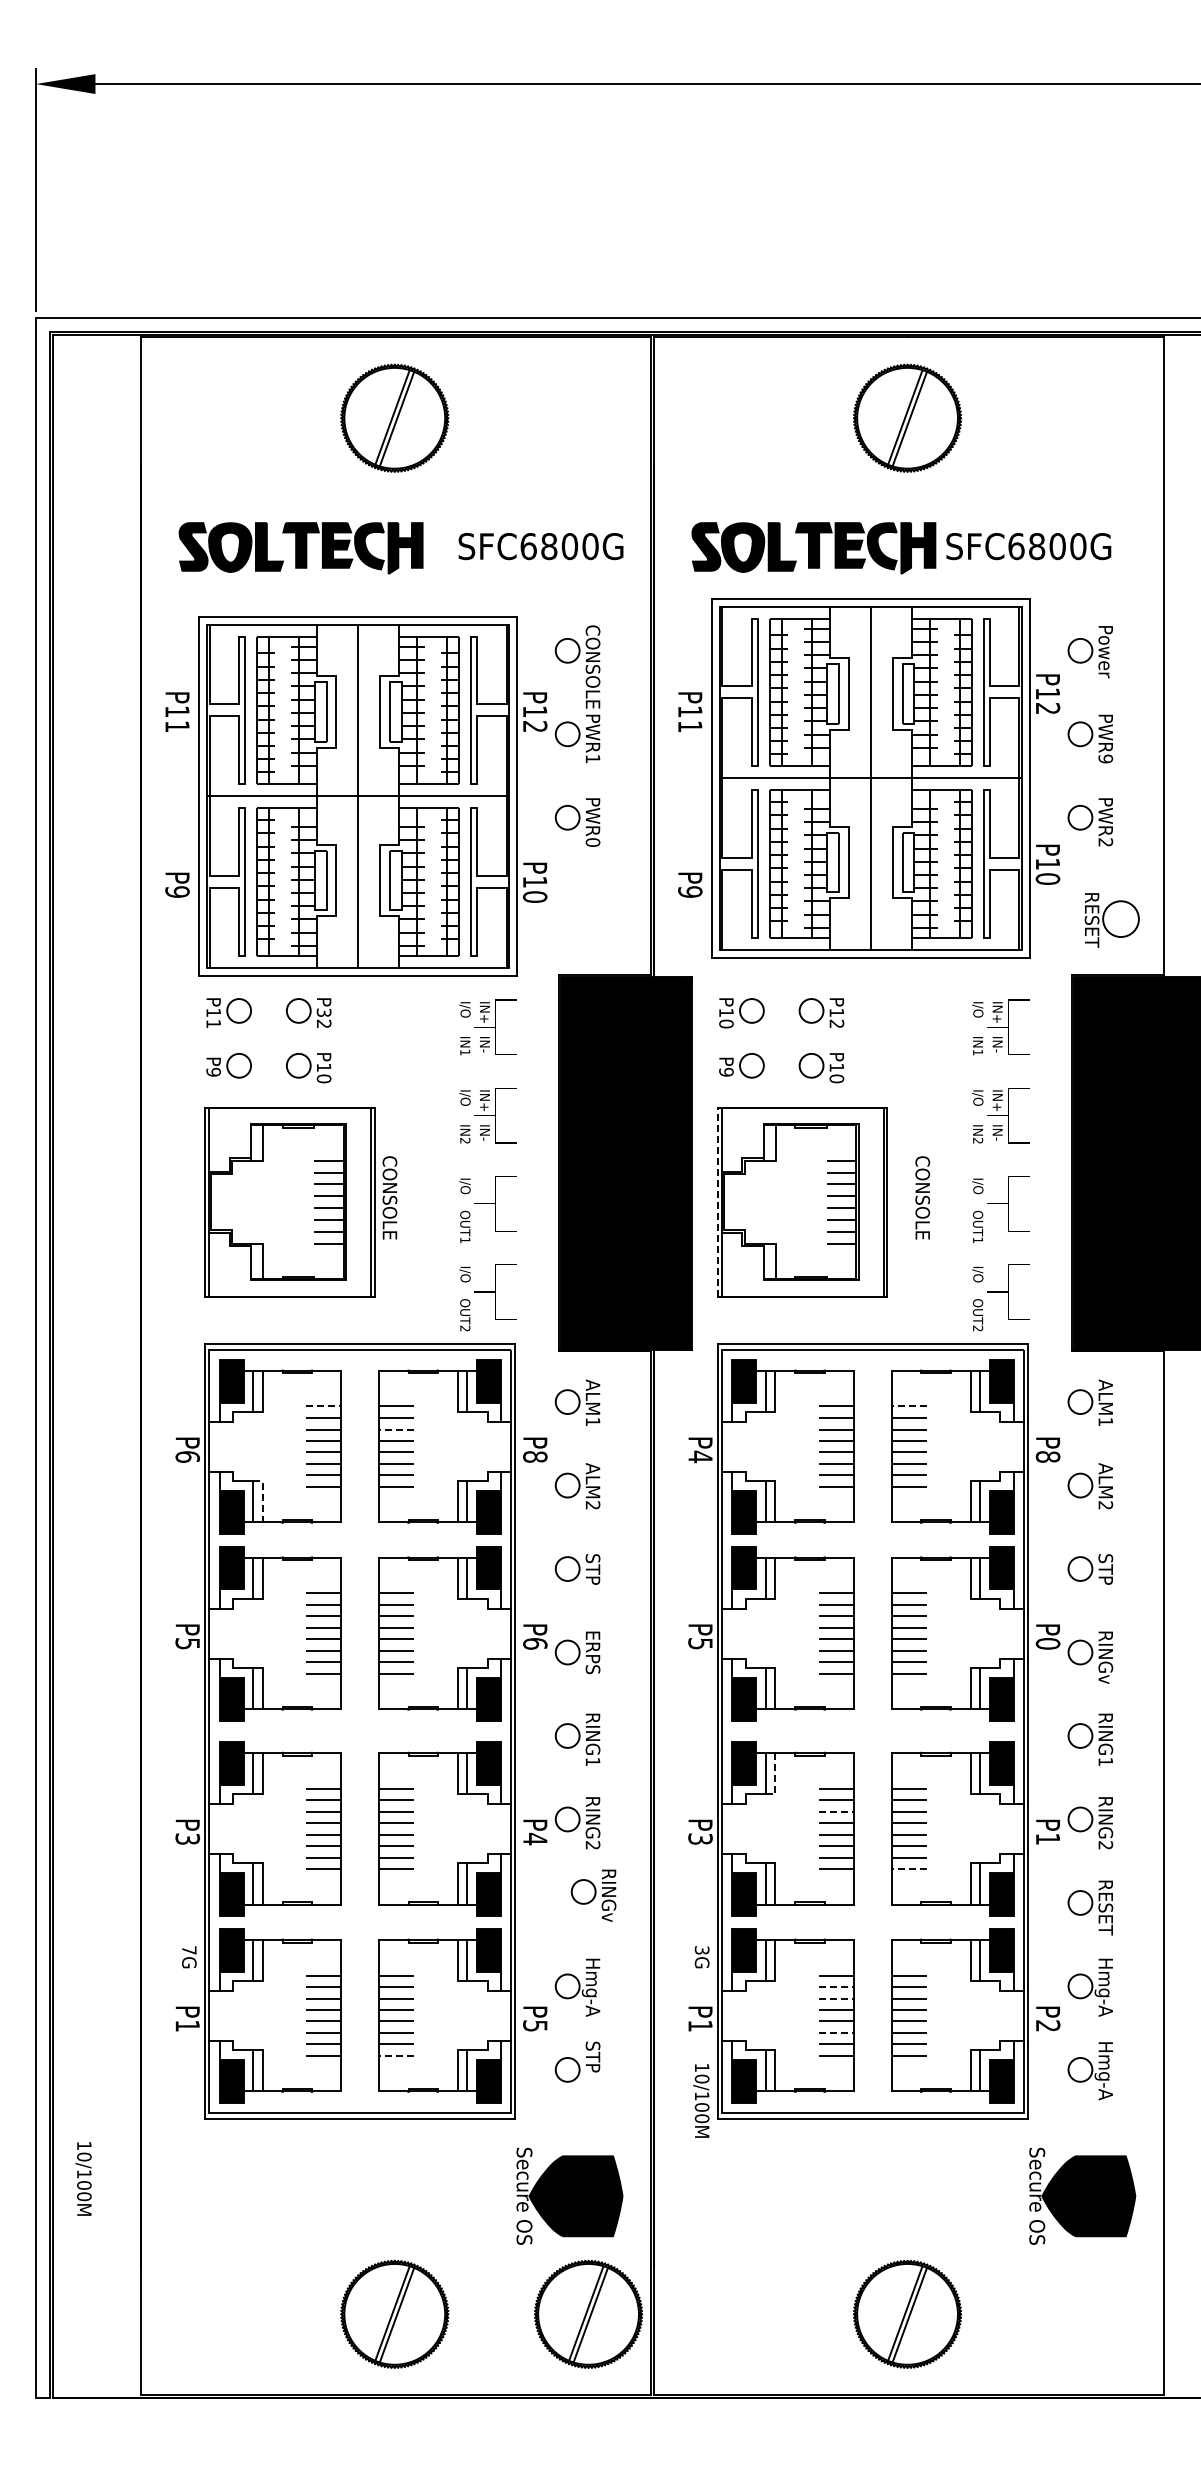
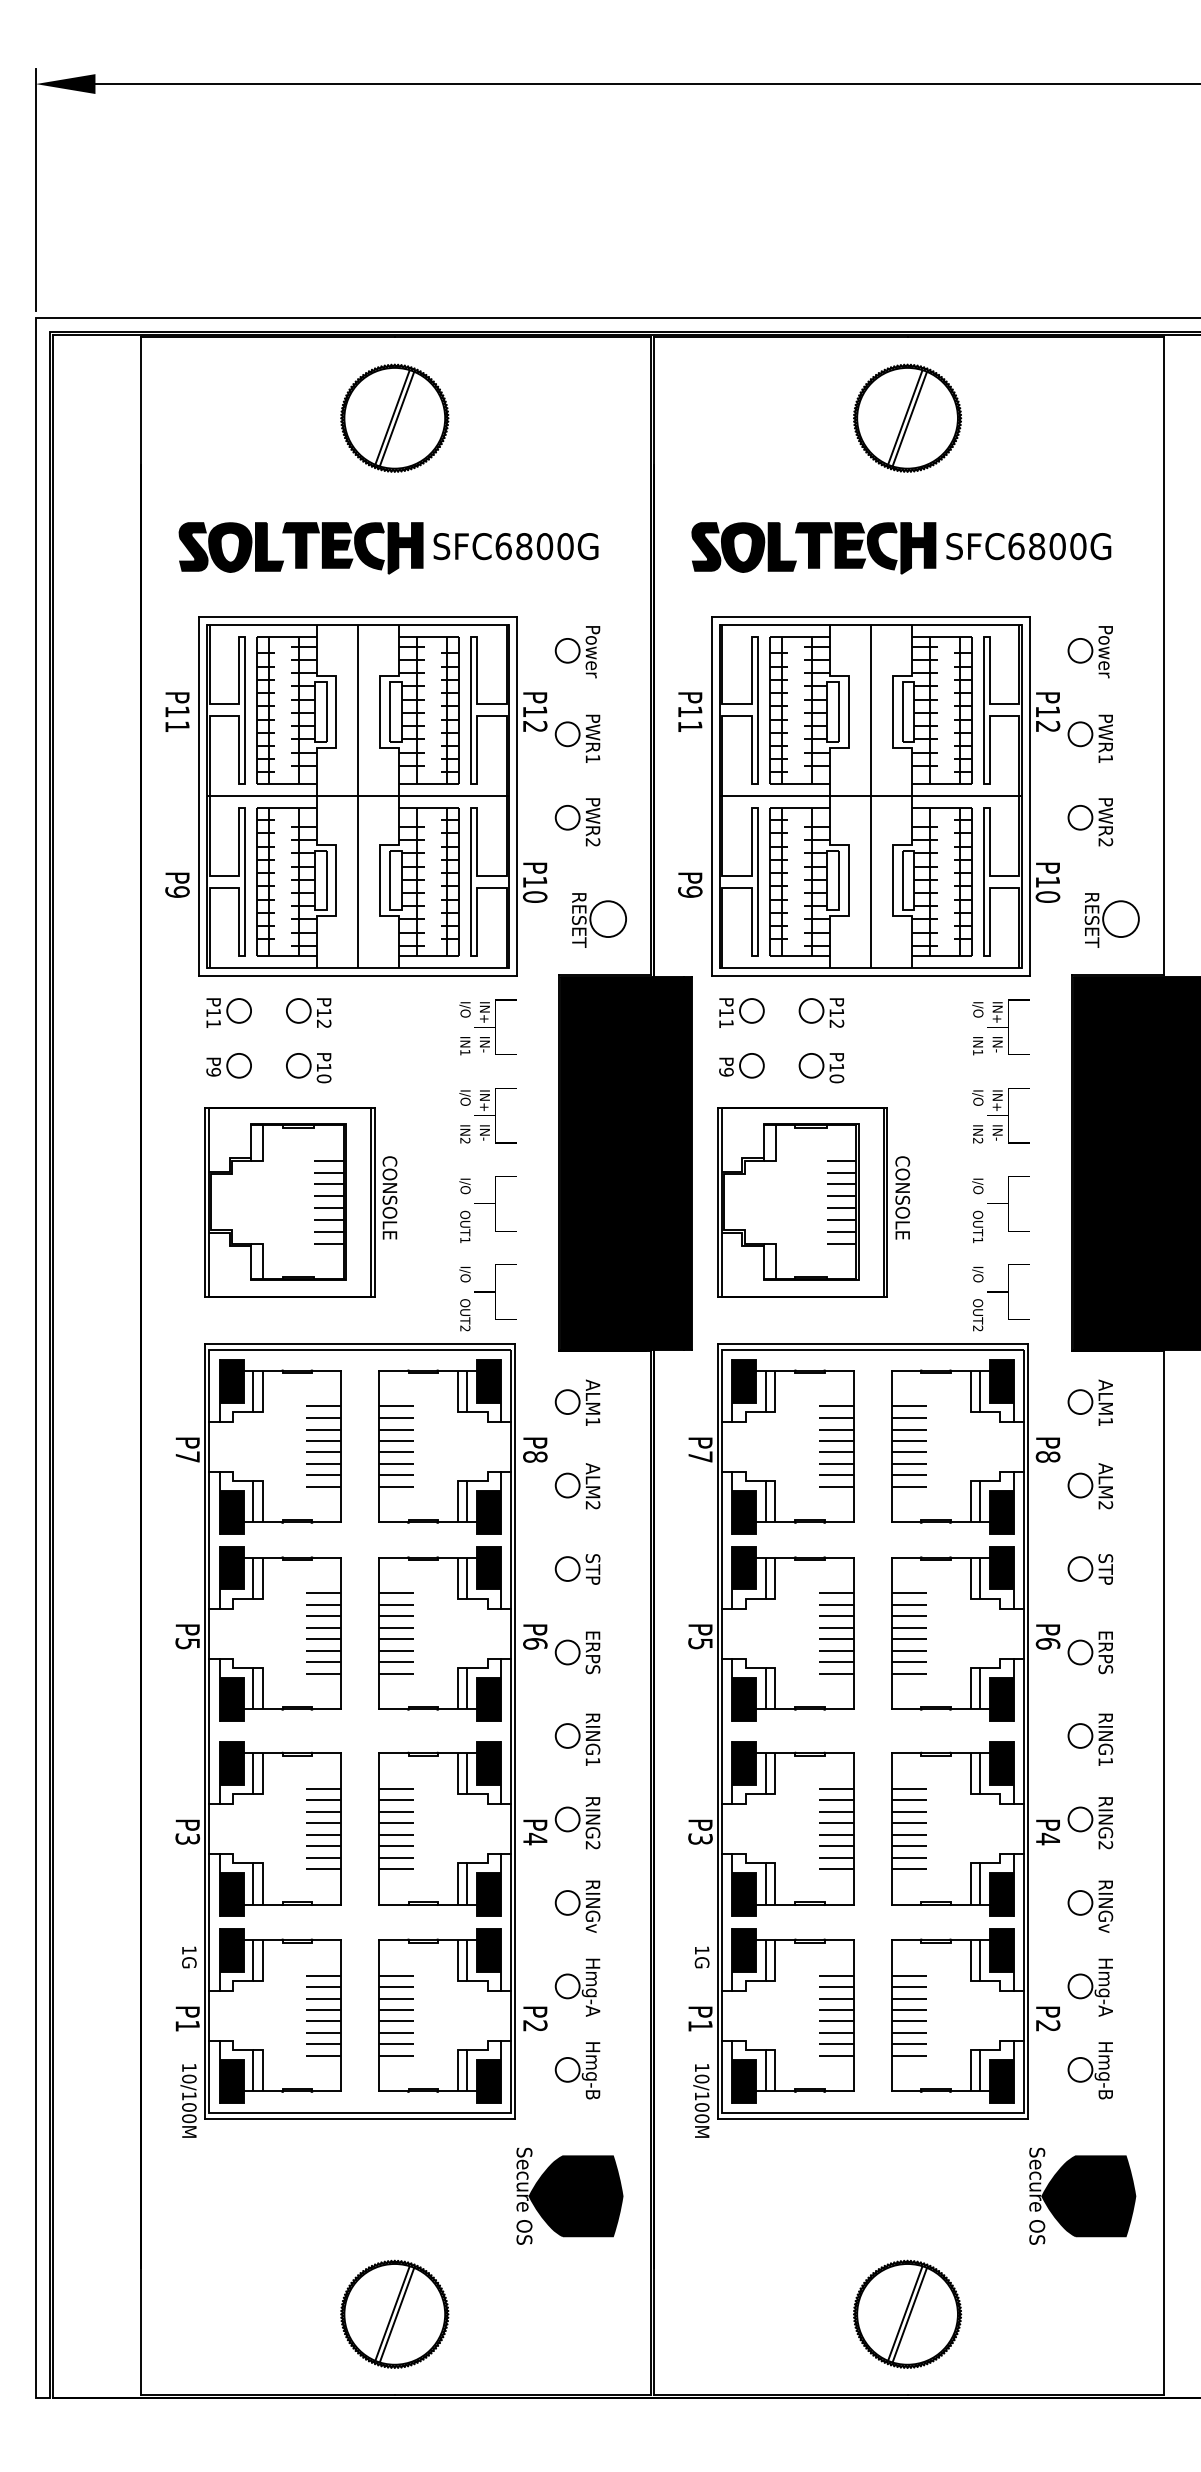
text at (540, 546) position: (540, 546) -> (515, 546)
text at (592, 666): CONSOLE -> Power
text at (1105, 758): PWR9 -> PWR1
part at (885, 778) position: (885, 778) -> (885, 796)
text at (592, 842): PWR0 -> PWR2
part at (599, 920): none -> present
text at (323, 1012): P32 -> P12
text at (726, 1023): P10 -> P11
text at (922, 1197) position: (922, 1197) -> (902, 1197)
line at (717, 1202): dashed -> solid
line at (323, 1406): dashed -> solid
line at (909, 1406): dashed -> solid
line at (396, 1429): dashed -> solid
text at (187, 1456): P6 -> P7
text at (700, 1456): P4 -> P7
line at (262, 1496): dashed -> solid
text at (1048, 1643): P0 -> P6
text at (1105, 1658): RINGv -> ERPS
line at (775, 1778): dashed -> solid
line at (836, 1811): dashed -> solid
text at (1047, 1838): P1 -> P4
line at (909, 1869): dashed -> solid
part at (593, 1895) position: (593, 1895) -> (577, 1906)
text at (1105, 1914): RESET -> RINGv
text at (189, 1950): 7G -> 1G
text at (701, 1950): 3G -> 1G
line at (836, 1987): dashed -> solid
line at (836, 1998): dashed -> solid
text at (535, 2025): P5 -> P2
line at (836, 2032): dashed -> solid
line at (396, 2056): dashed -> solid
text at (590, 2070): STP -> Hmg-B
text at (1105, 2094): Hmg-A -> Hmg-B
text at (83, 2178) position: (83, 2178) -> (188, 2100)
part at (588, 2313): present -> none
